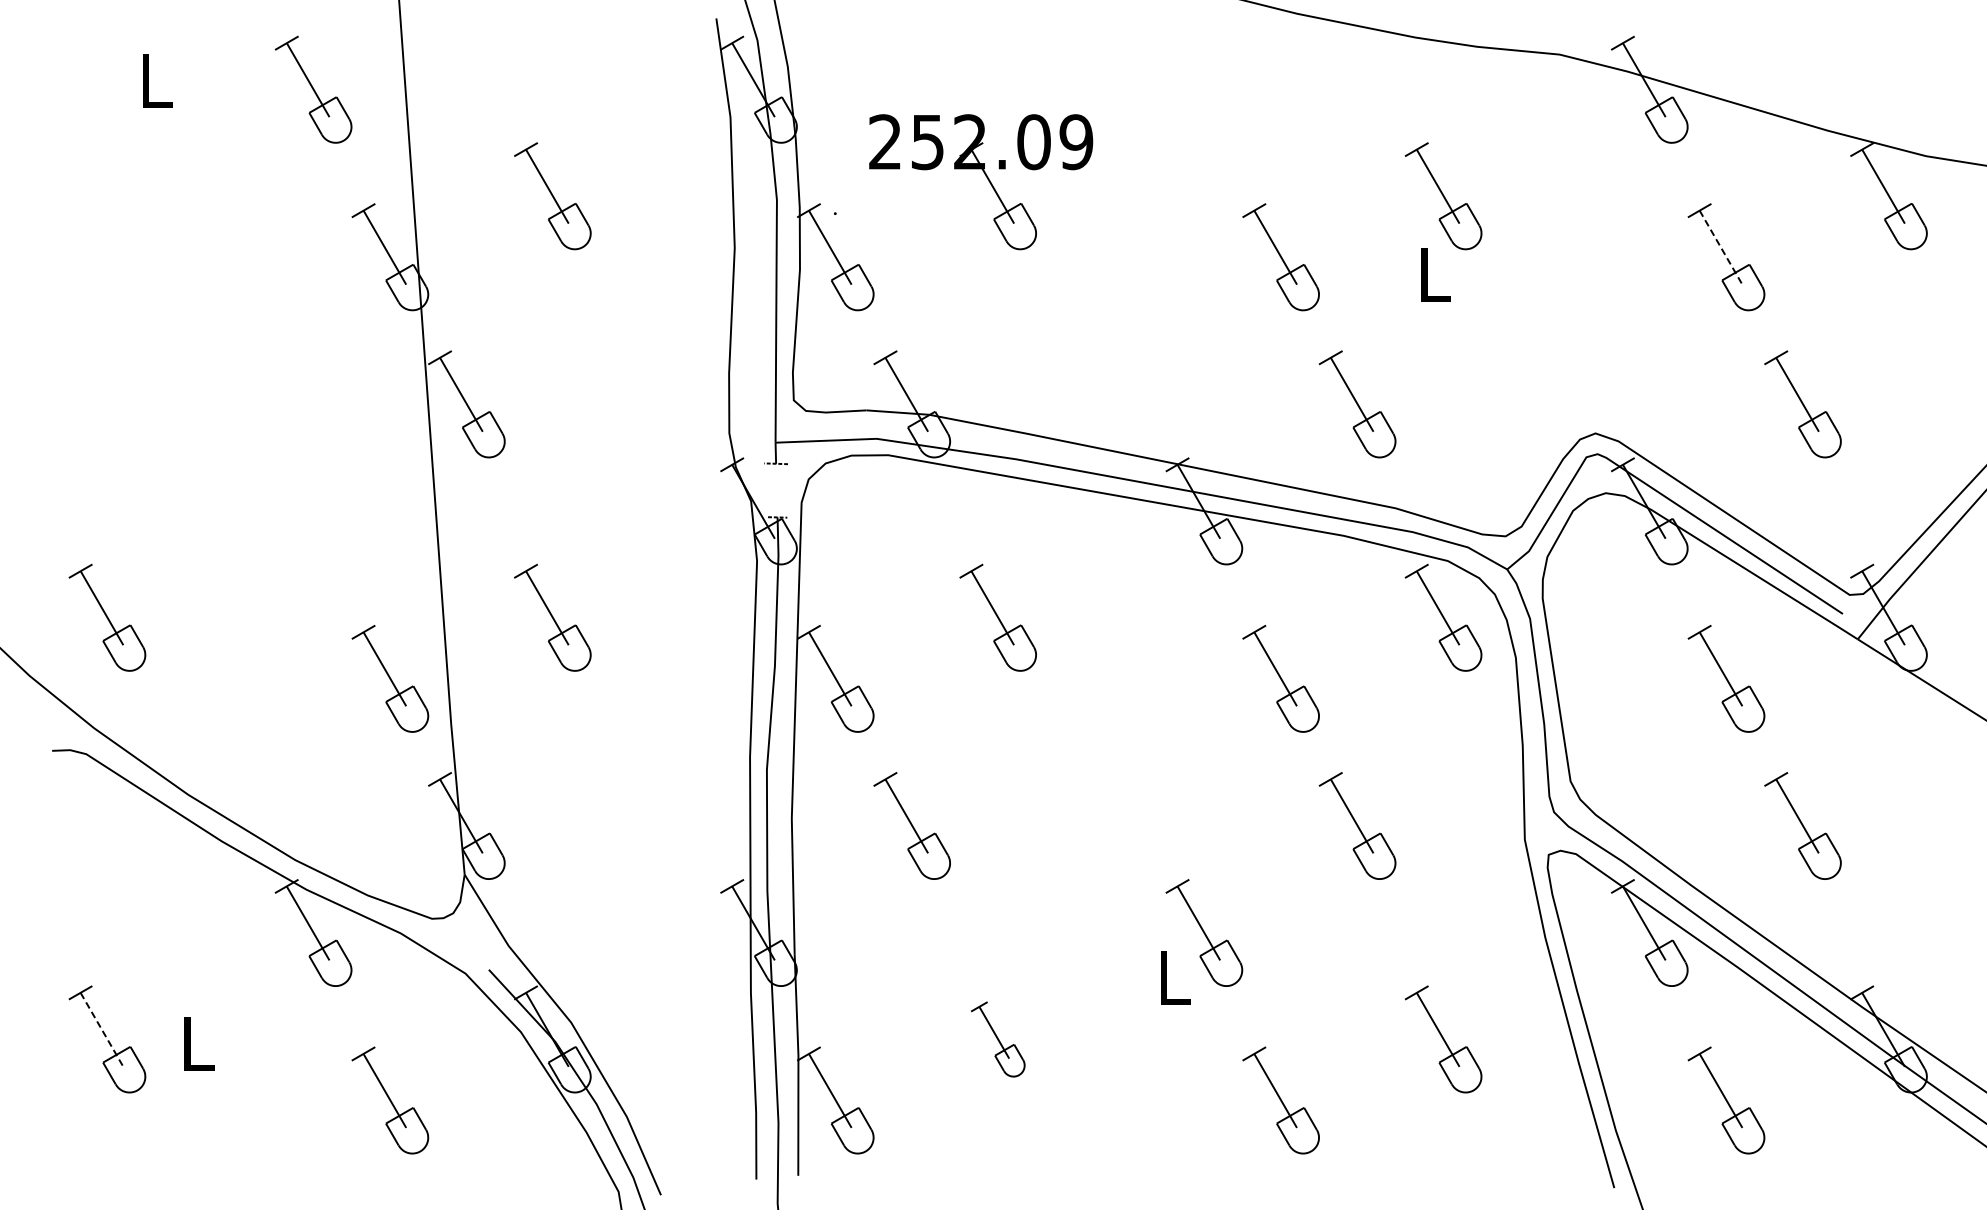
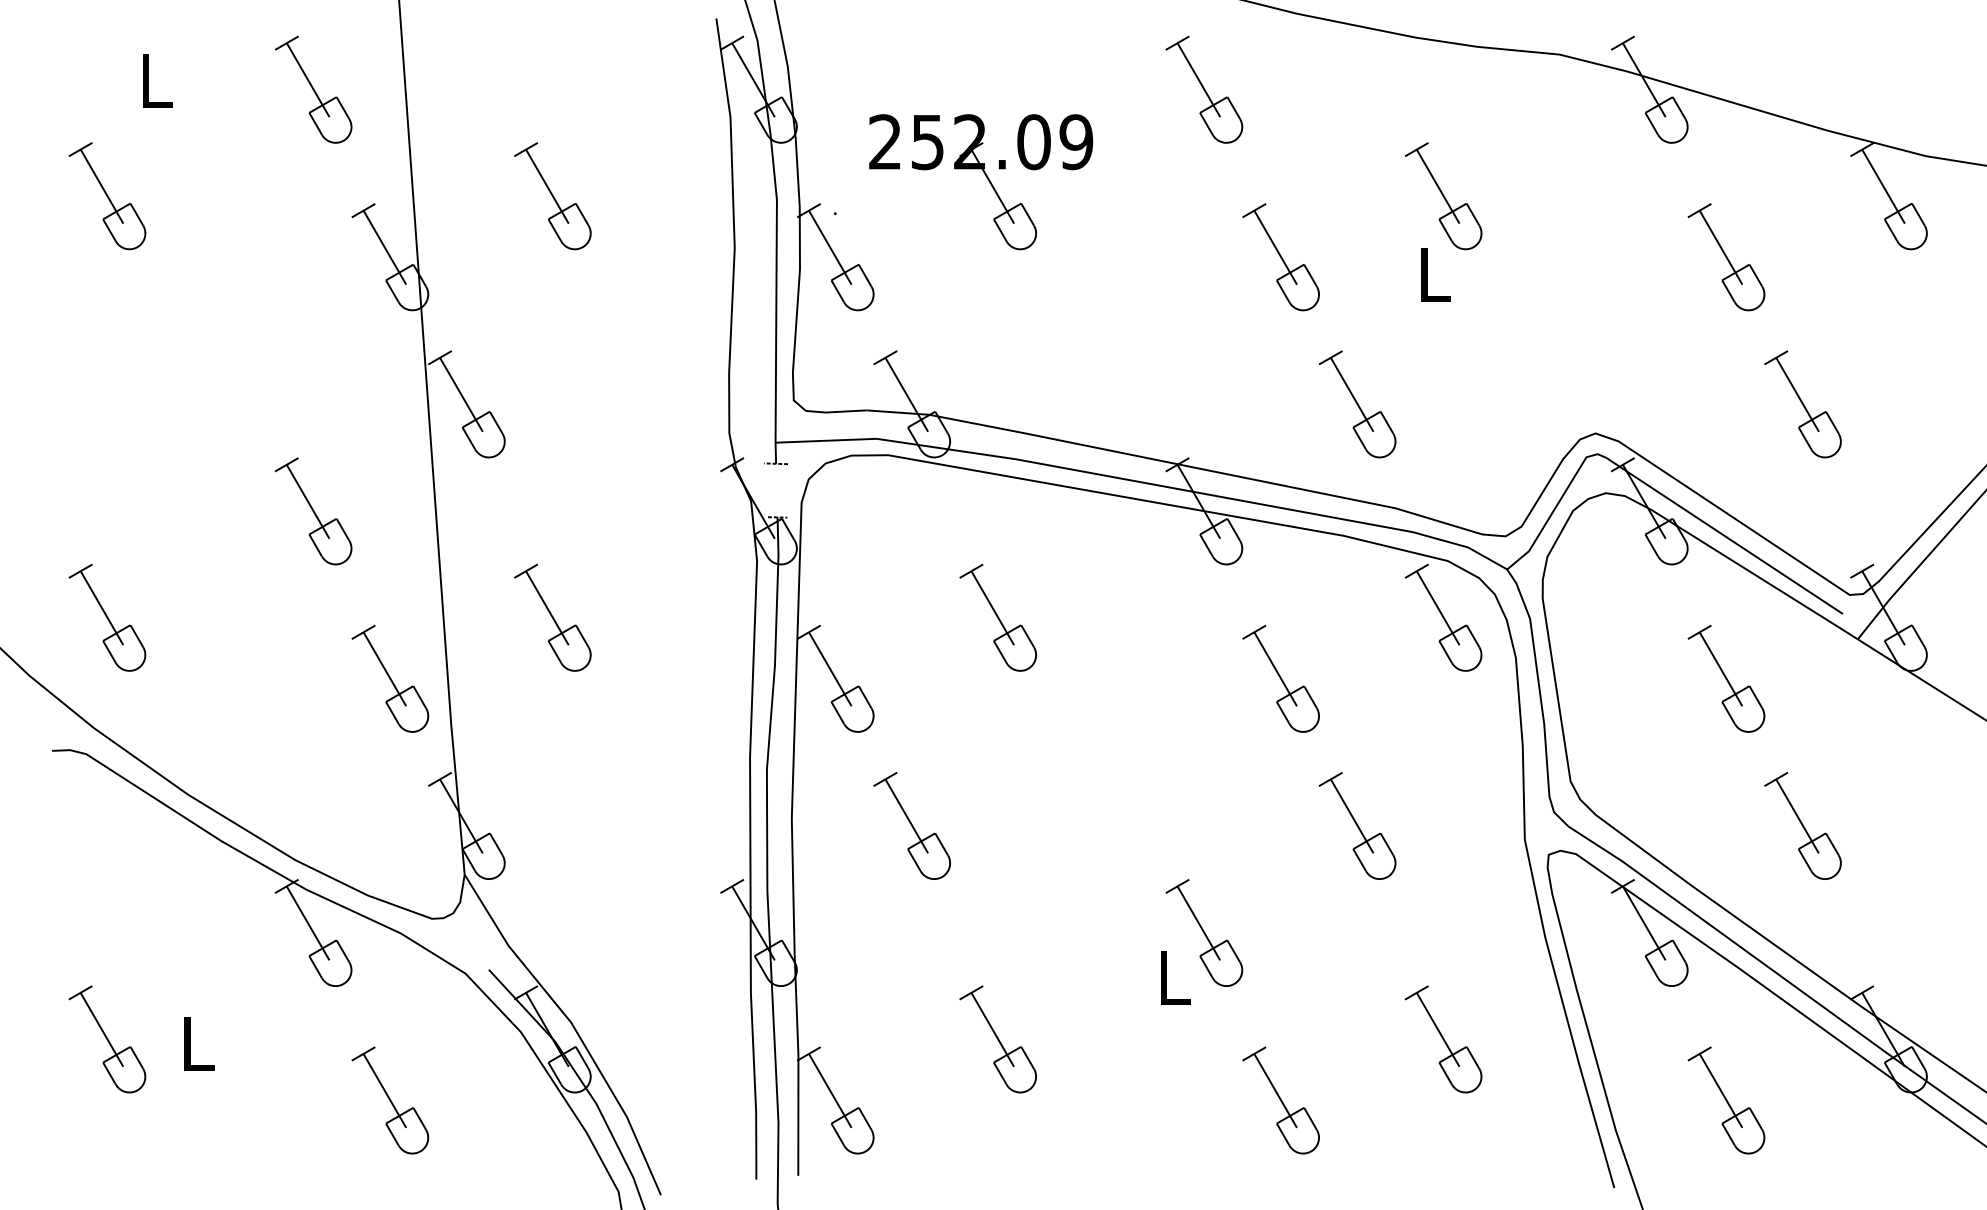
part at (1204, 89): none -> present
part at (107, 196): none -> present
line at (1721, 247): dashed -> solid
part at (313, 511): none -> present
line at (102, 1029): dashed -> solid
part at (998, 1039) size: 55x77 px -> 78x109 px
